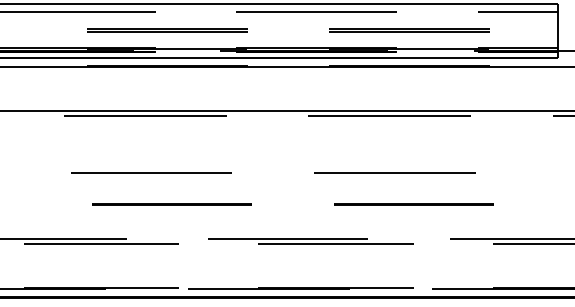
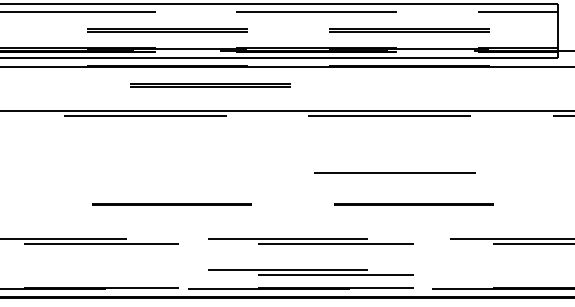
line at (210, 84): none -> present
line at (151, 172): present -> none
part at (310, 272): none -> present
